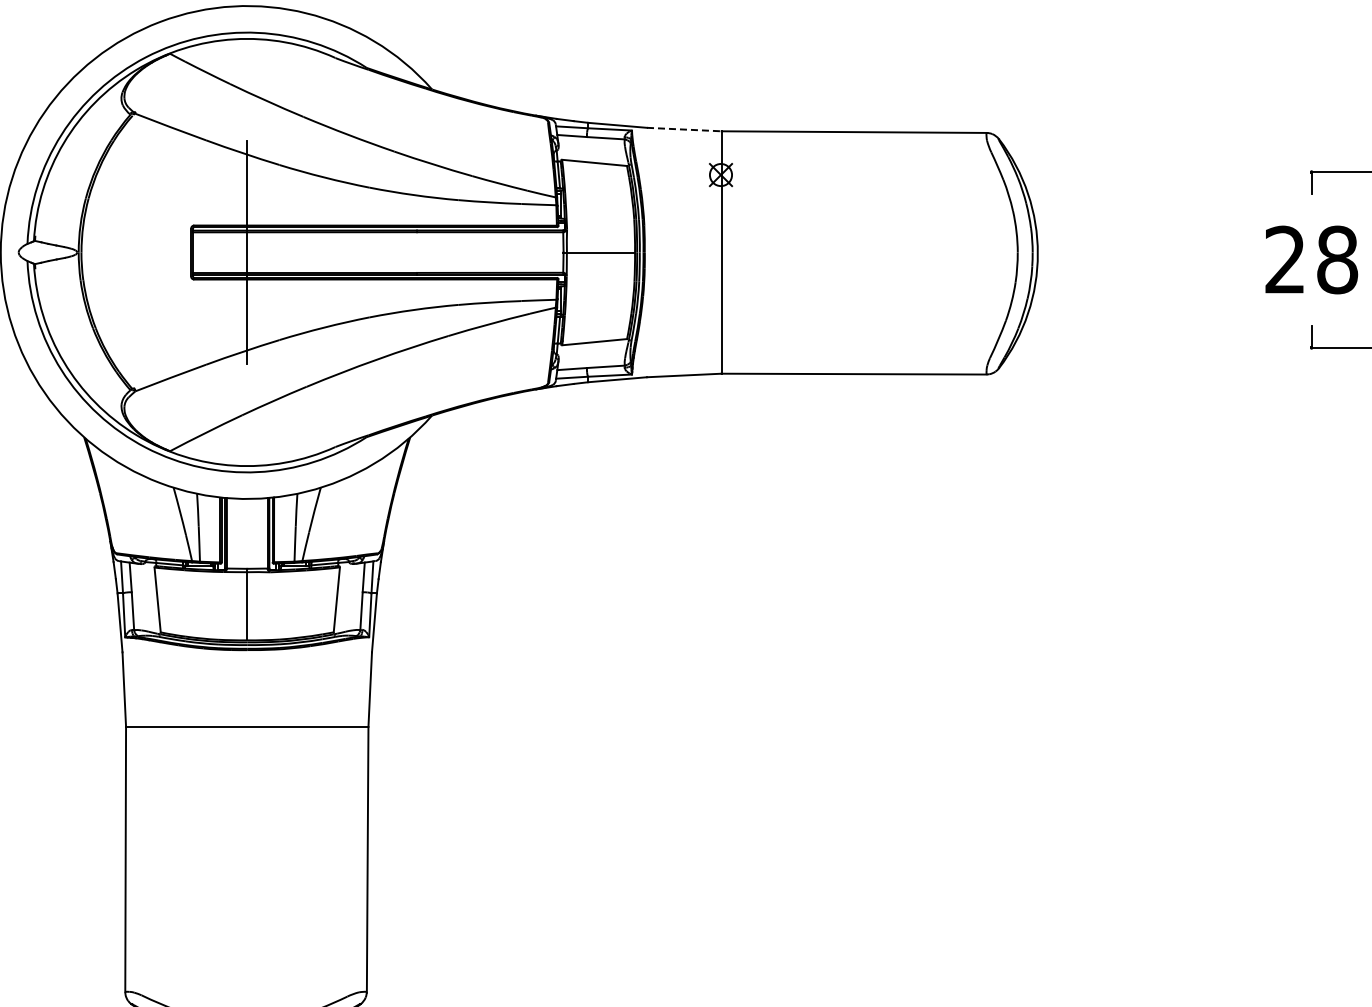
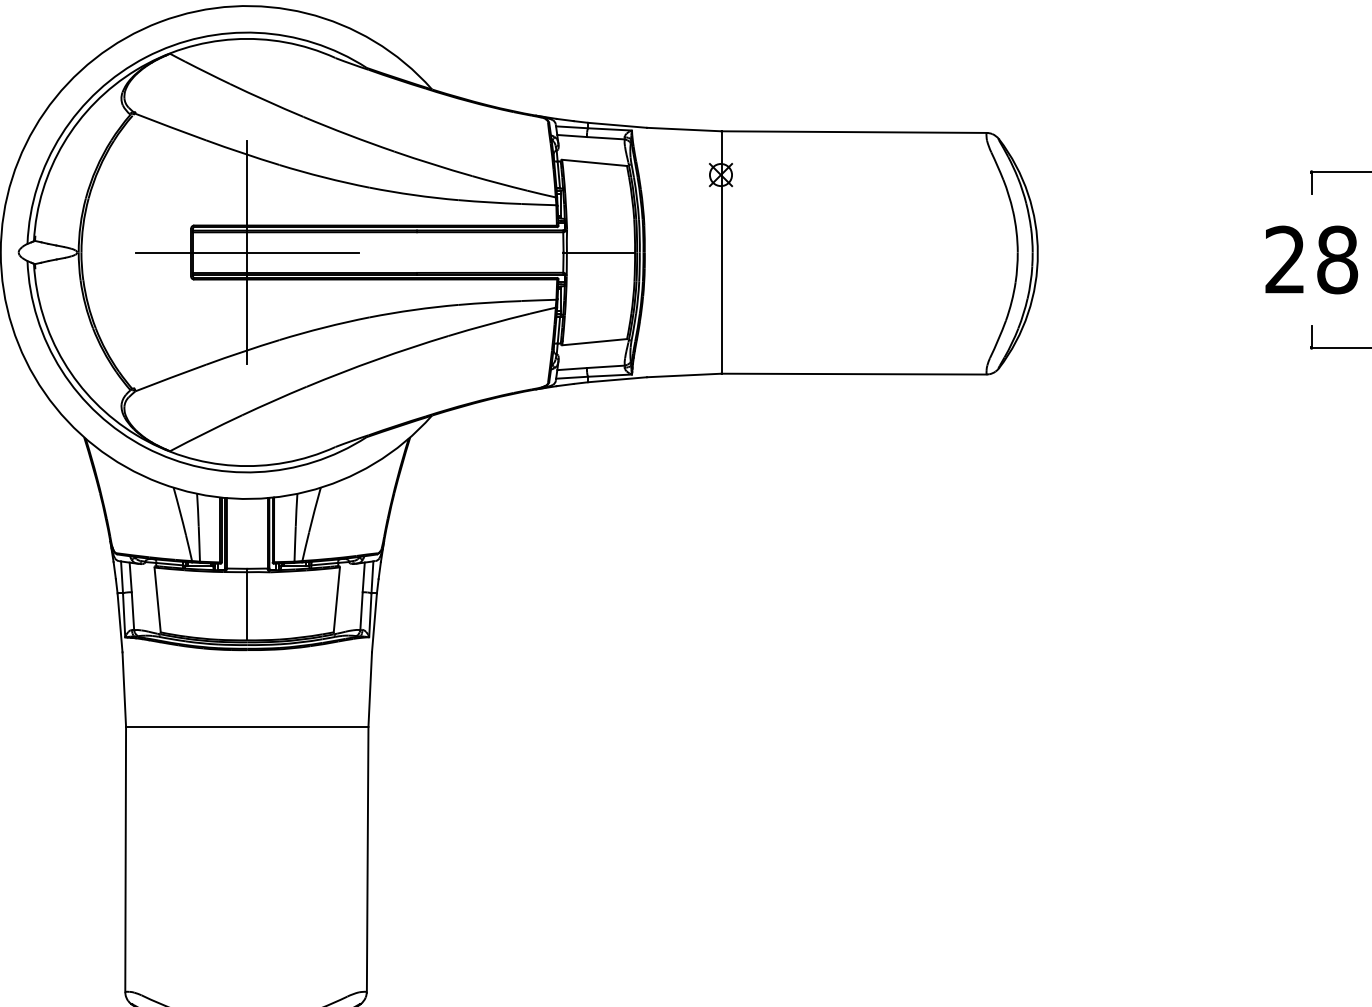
line at (684, 129): dashed -> solid
line at (246, 252): none -> present
